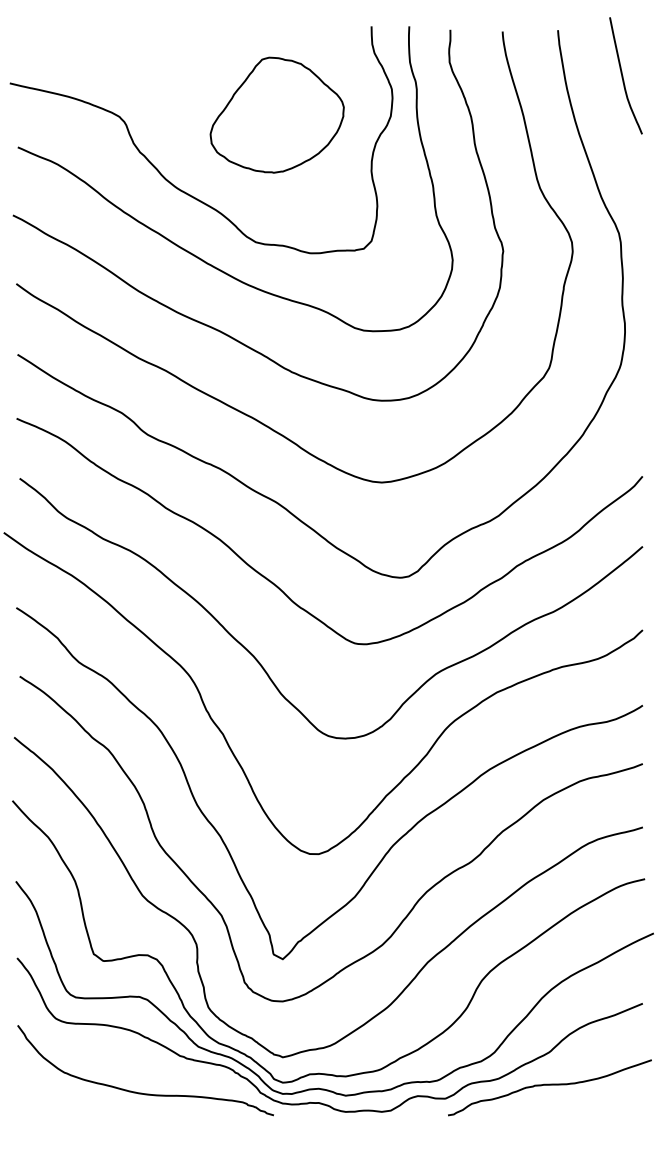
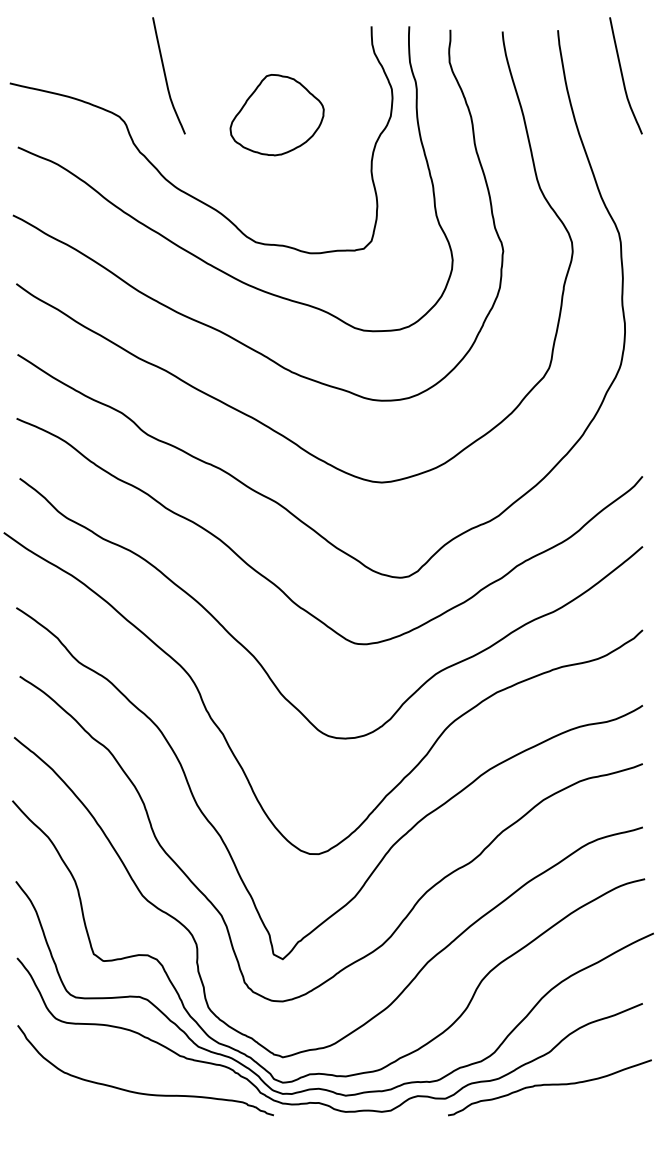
curve at (166, 75): none -> present
part at (276, 114) size: 136x118 px -> 96x83 px
